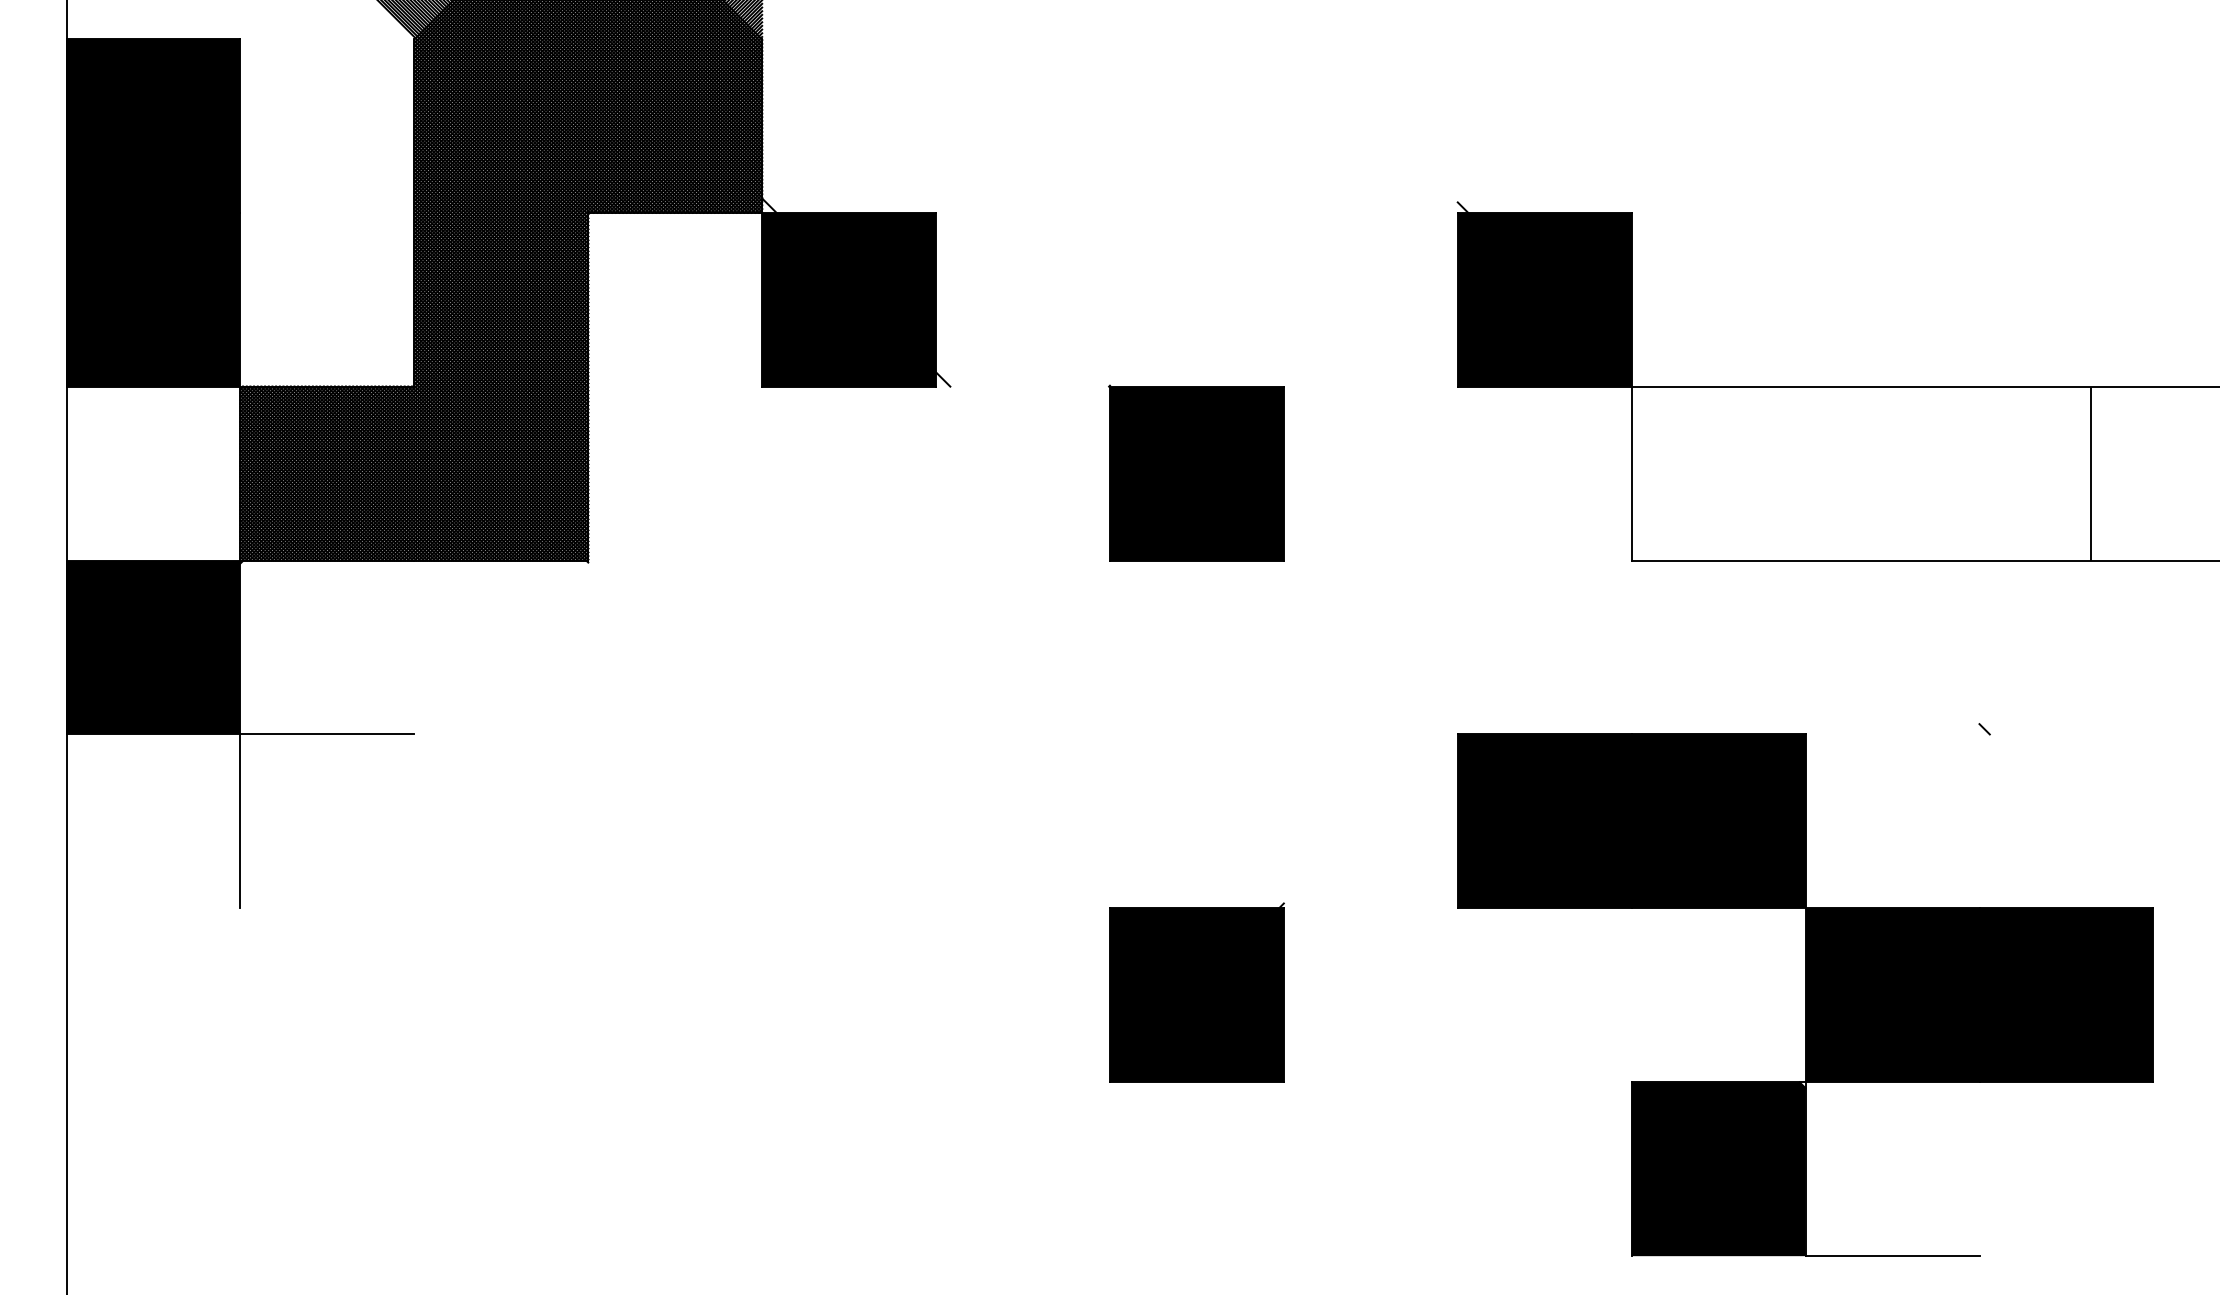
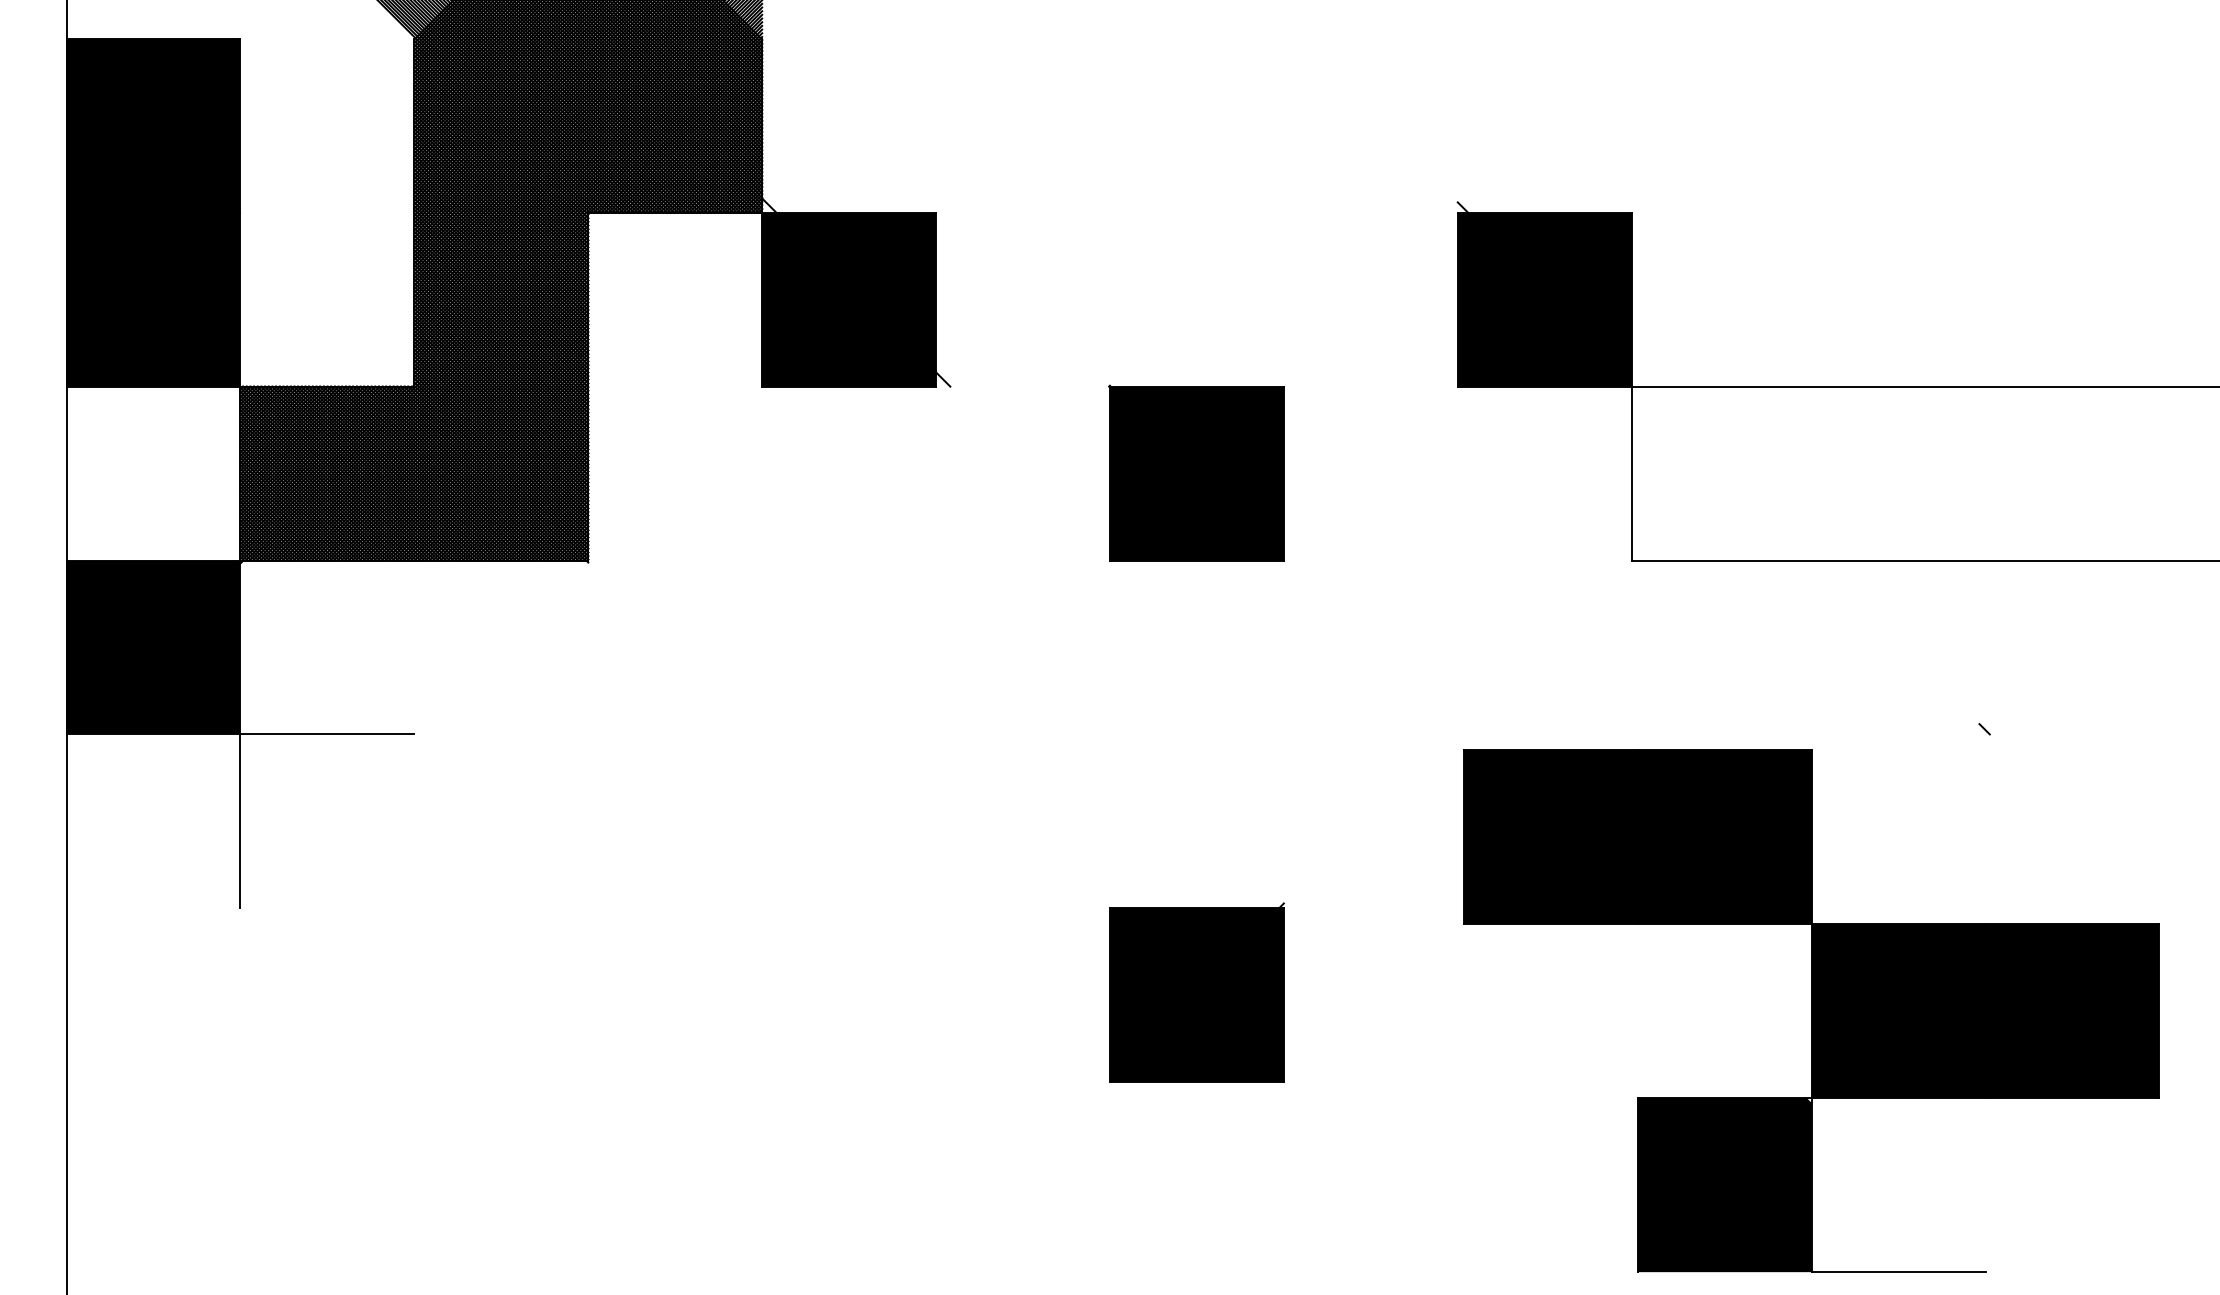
hatch at (2091, 473): present -> none
part at (1805, 994) position: (1805, 994) -> (1811, 1010)
